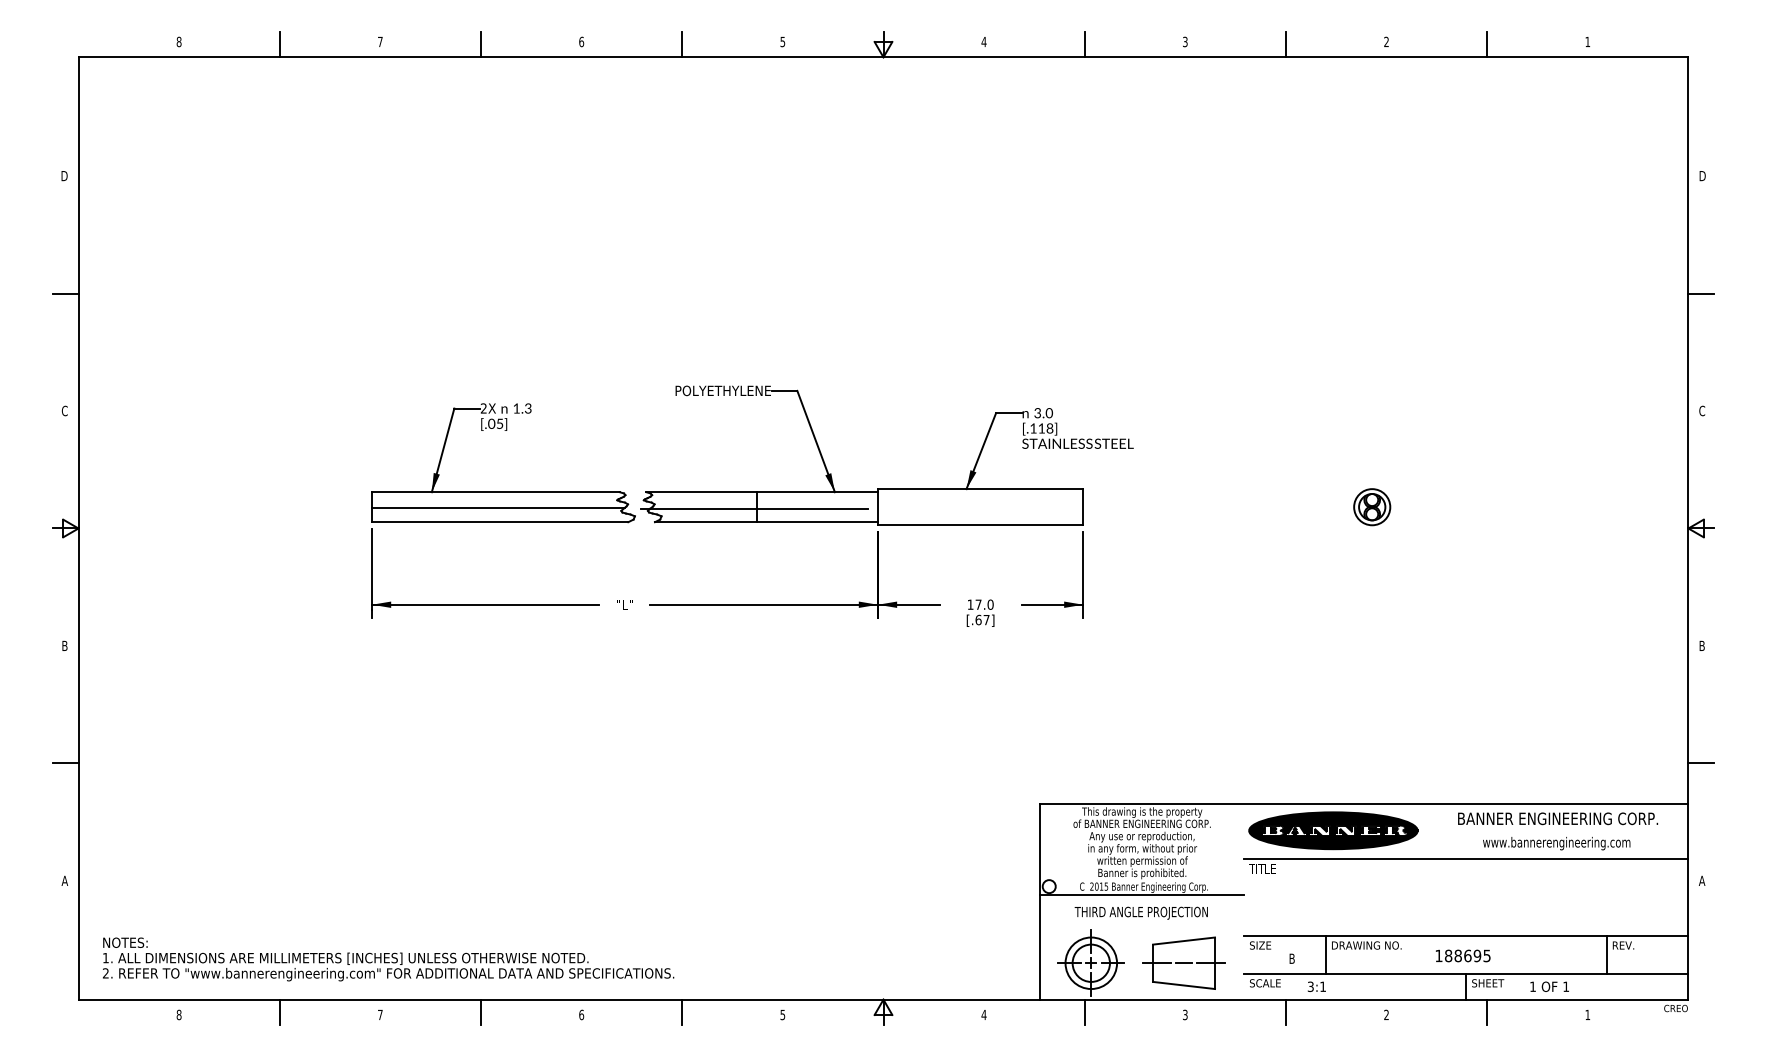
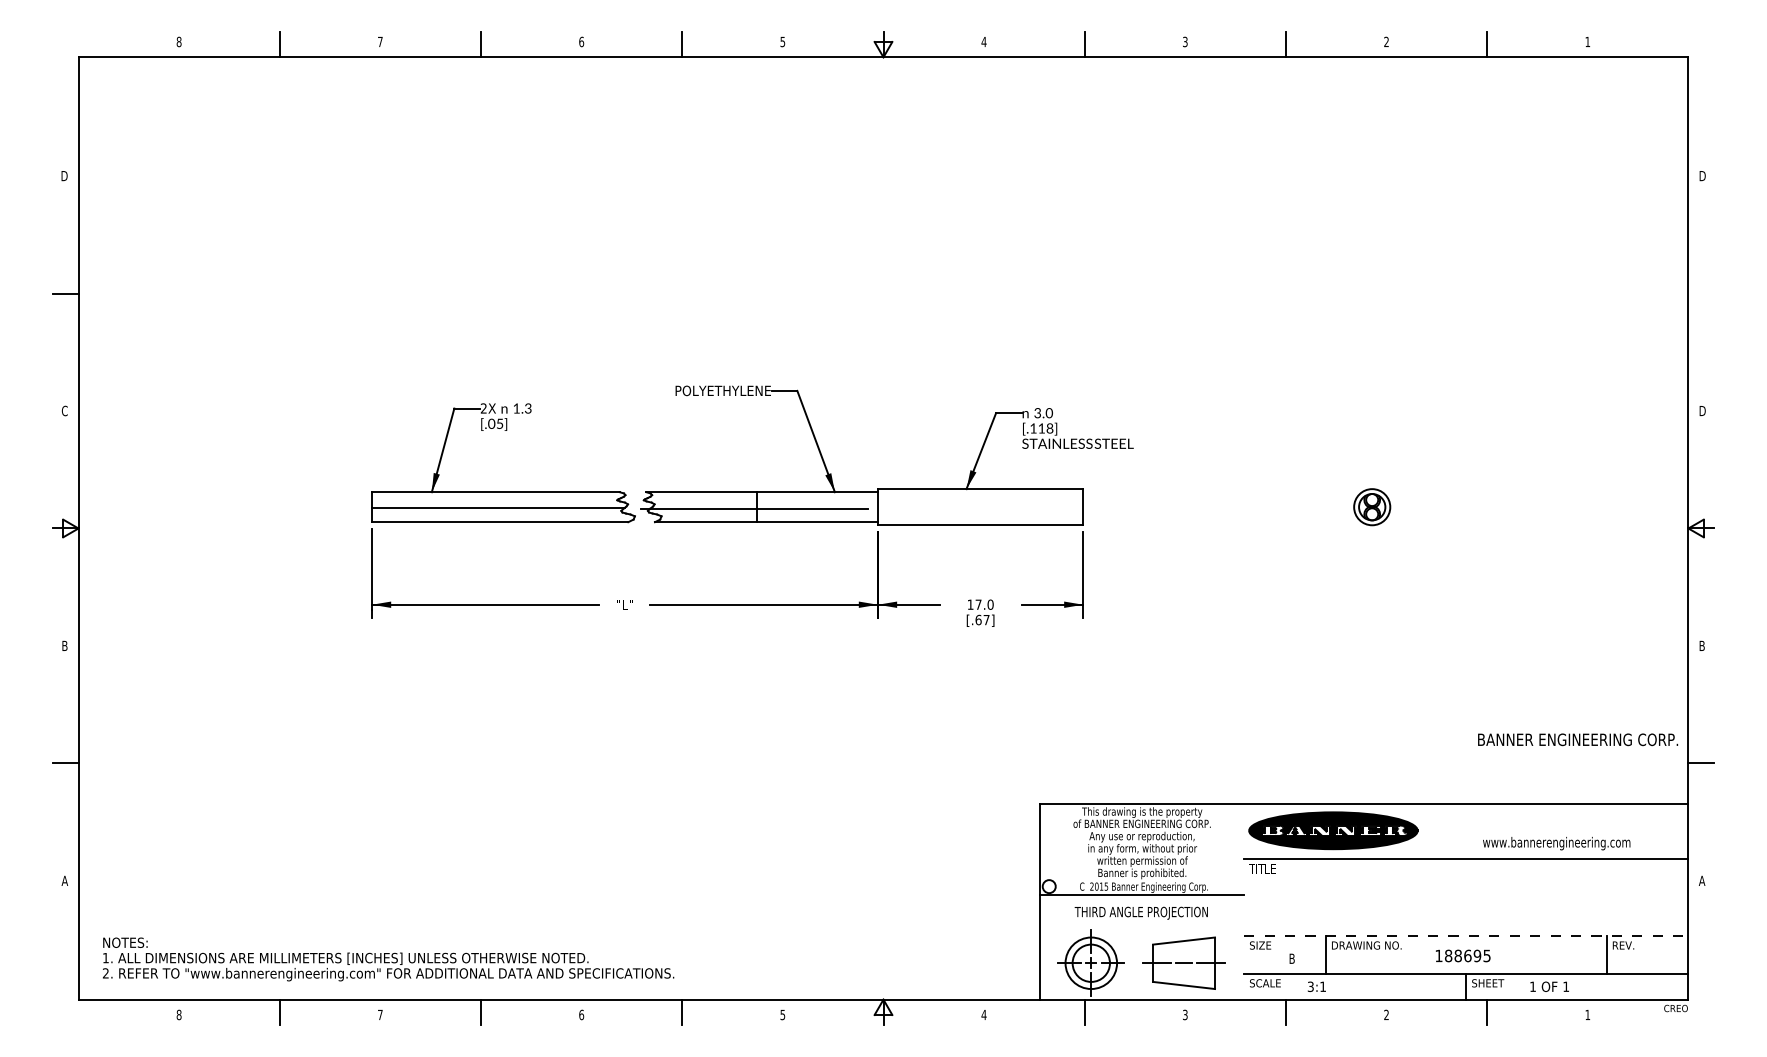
line at (1700, 293): present -> none
text at (1702, 410): C -> D
text at (1558, 818) position: (1558, 818) -> (1578, 739)
line at (1466, 936): solid -> dashed
